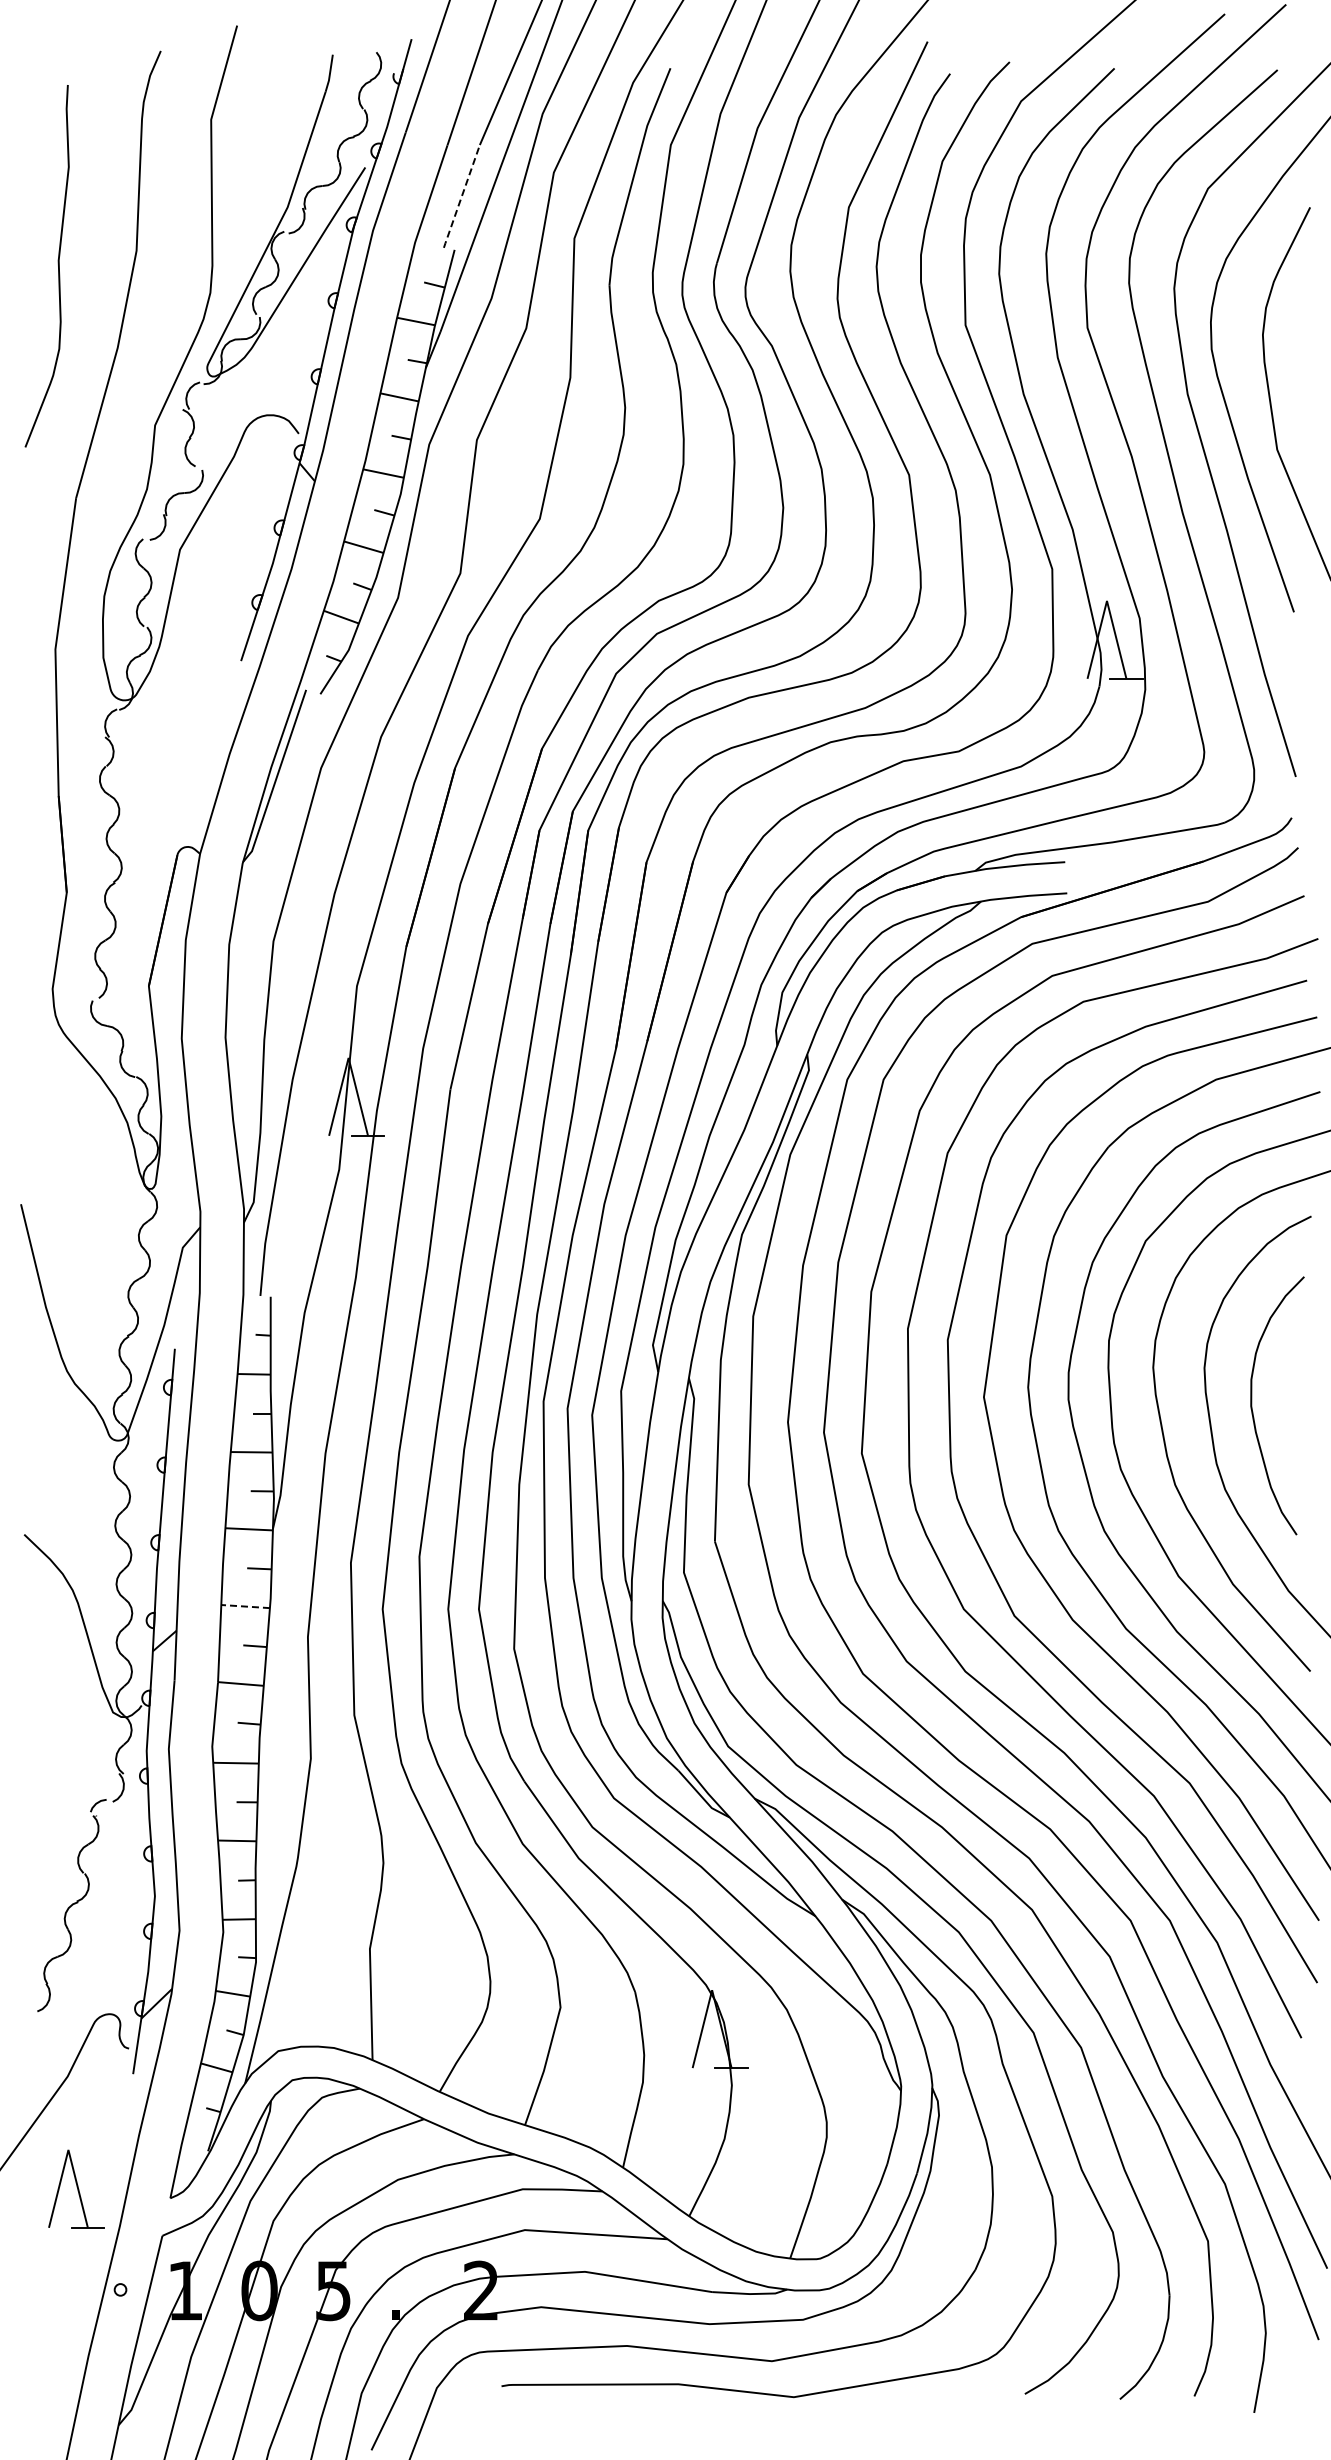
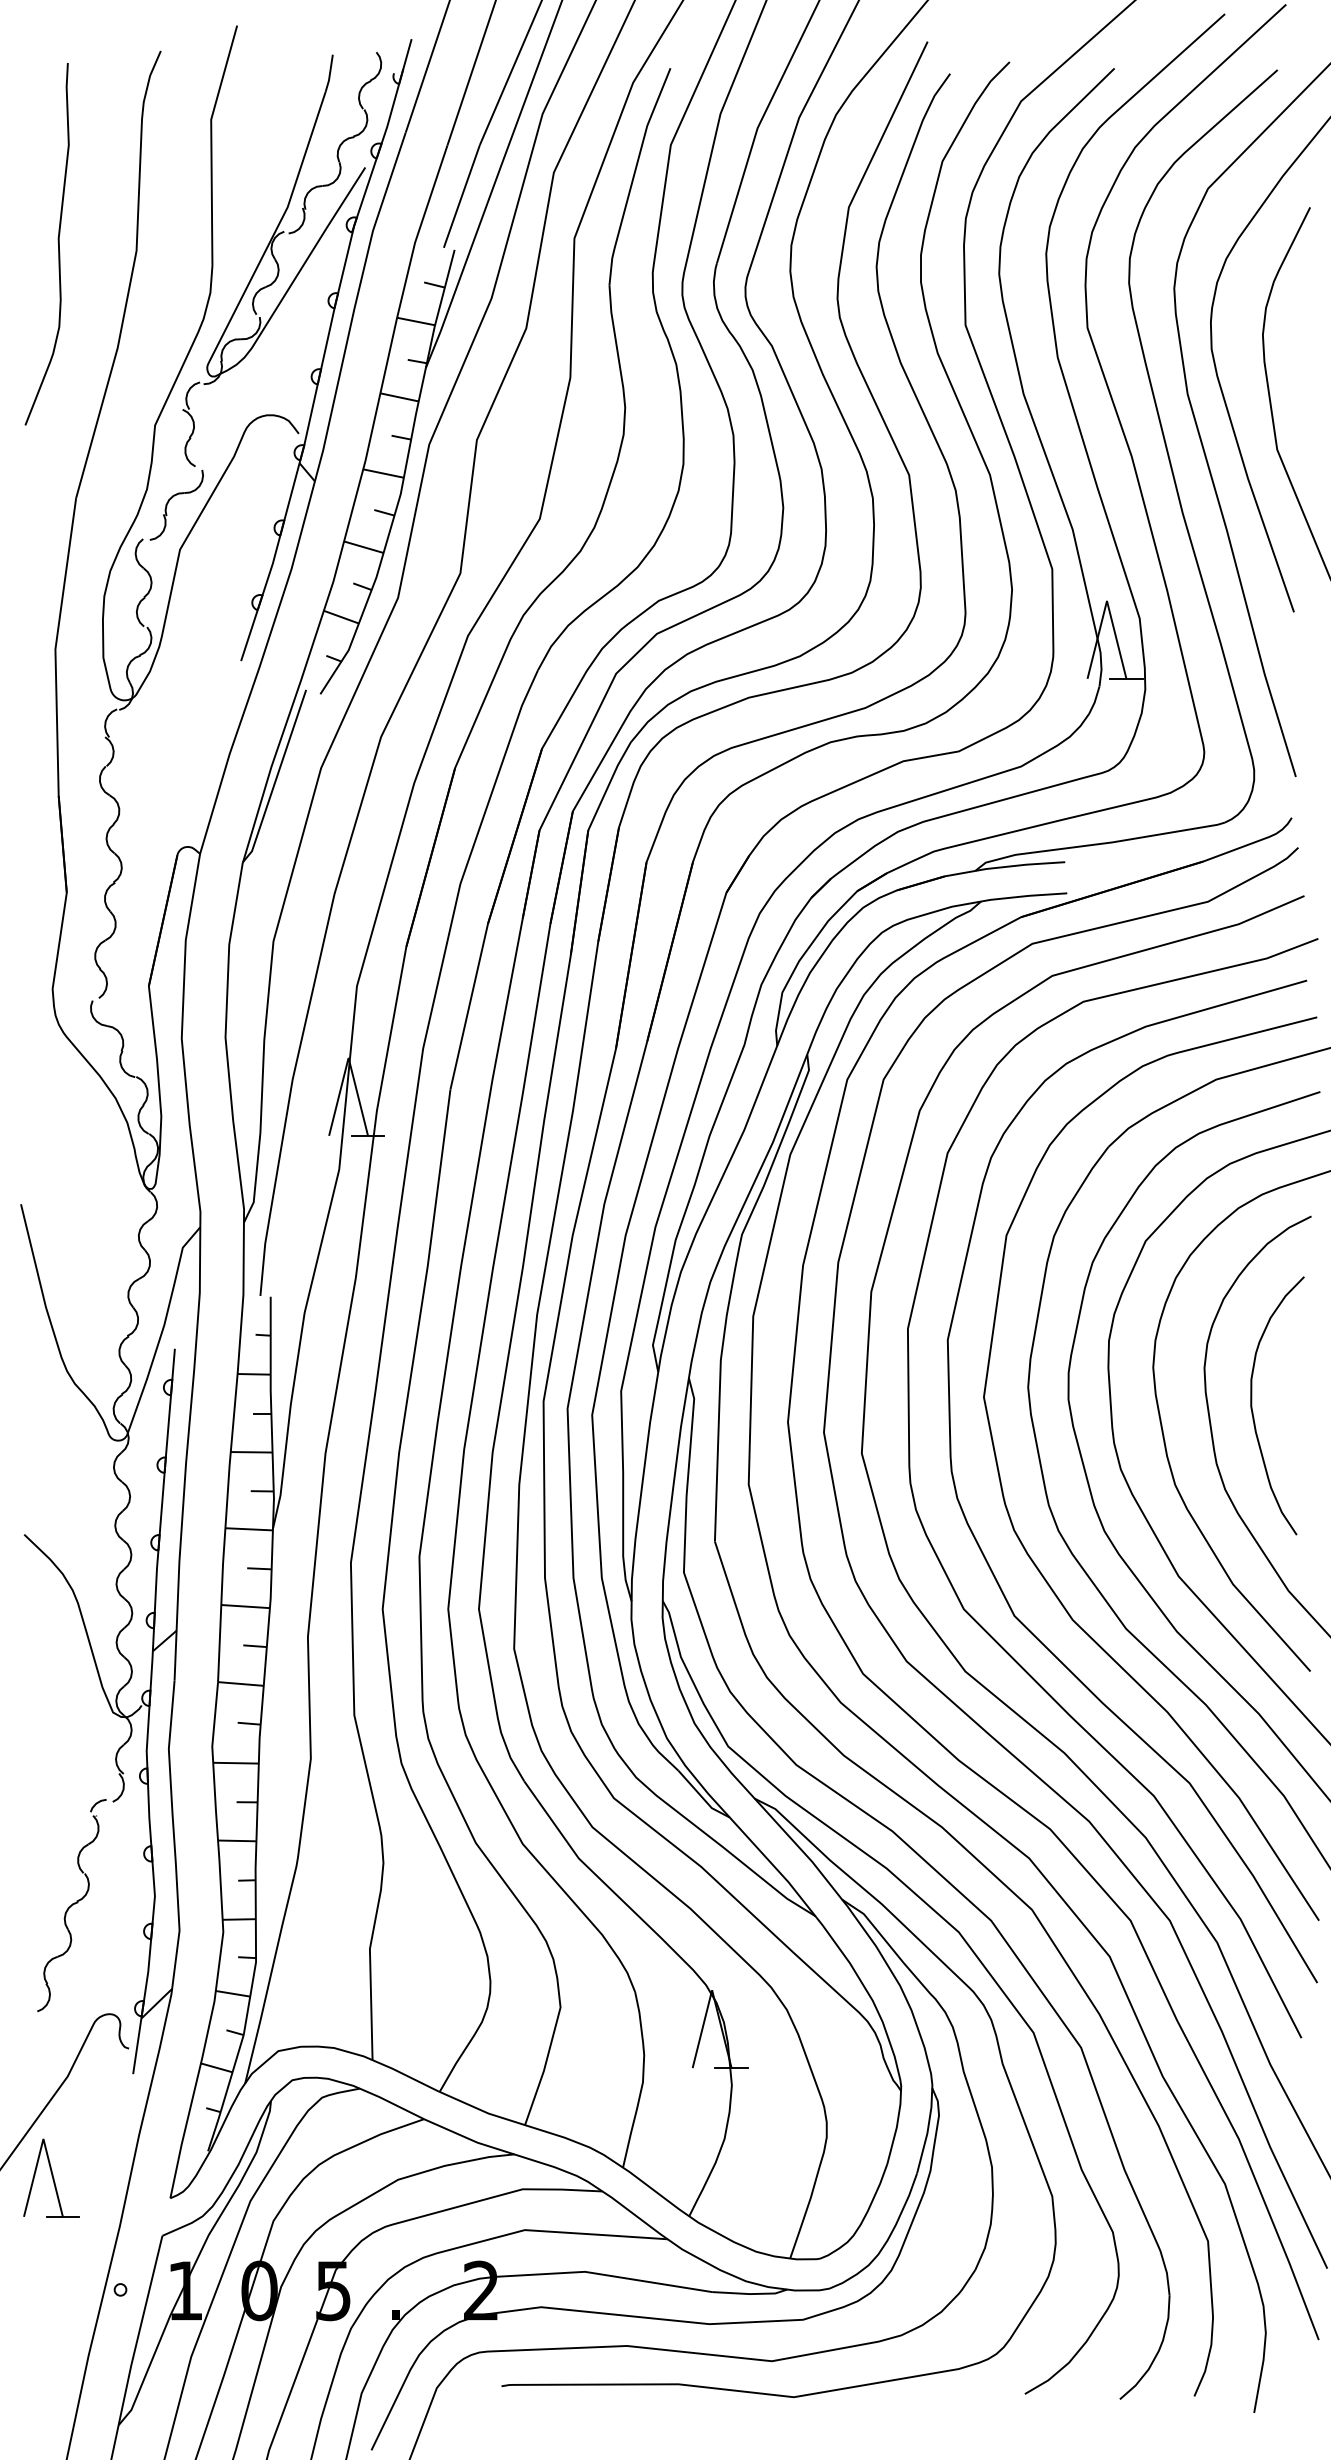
line at (461, 196): dashed -> solid
curve at (57, 264) position: (57, 264) -> (57, 242)
line at (245, 1606): dashed -> solid
part at (76, 2188) position: (76, 2188) -> (51, 2177)
